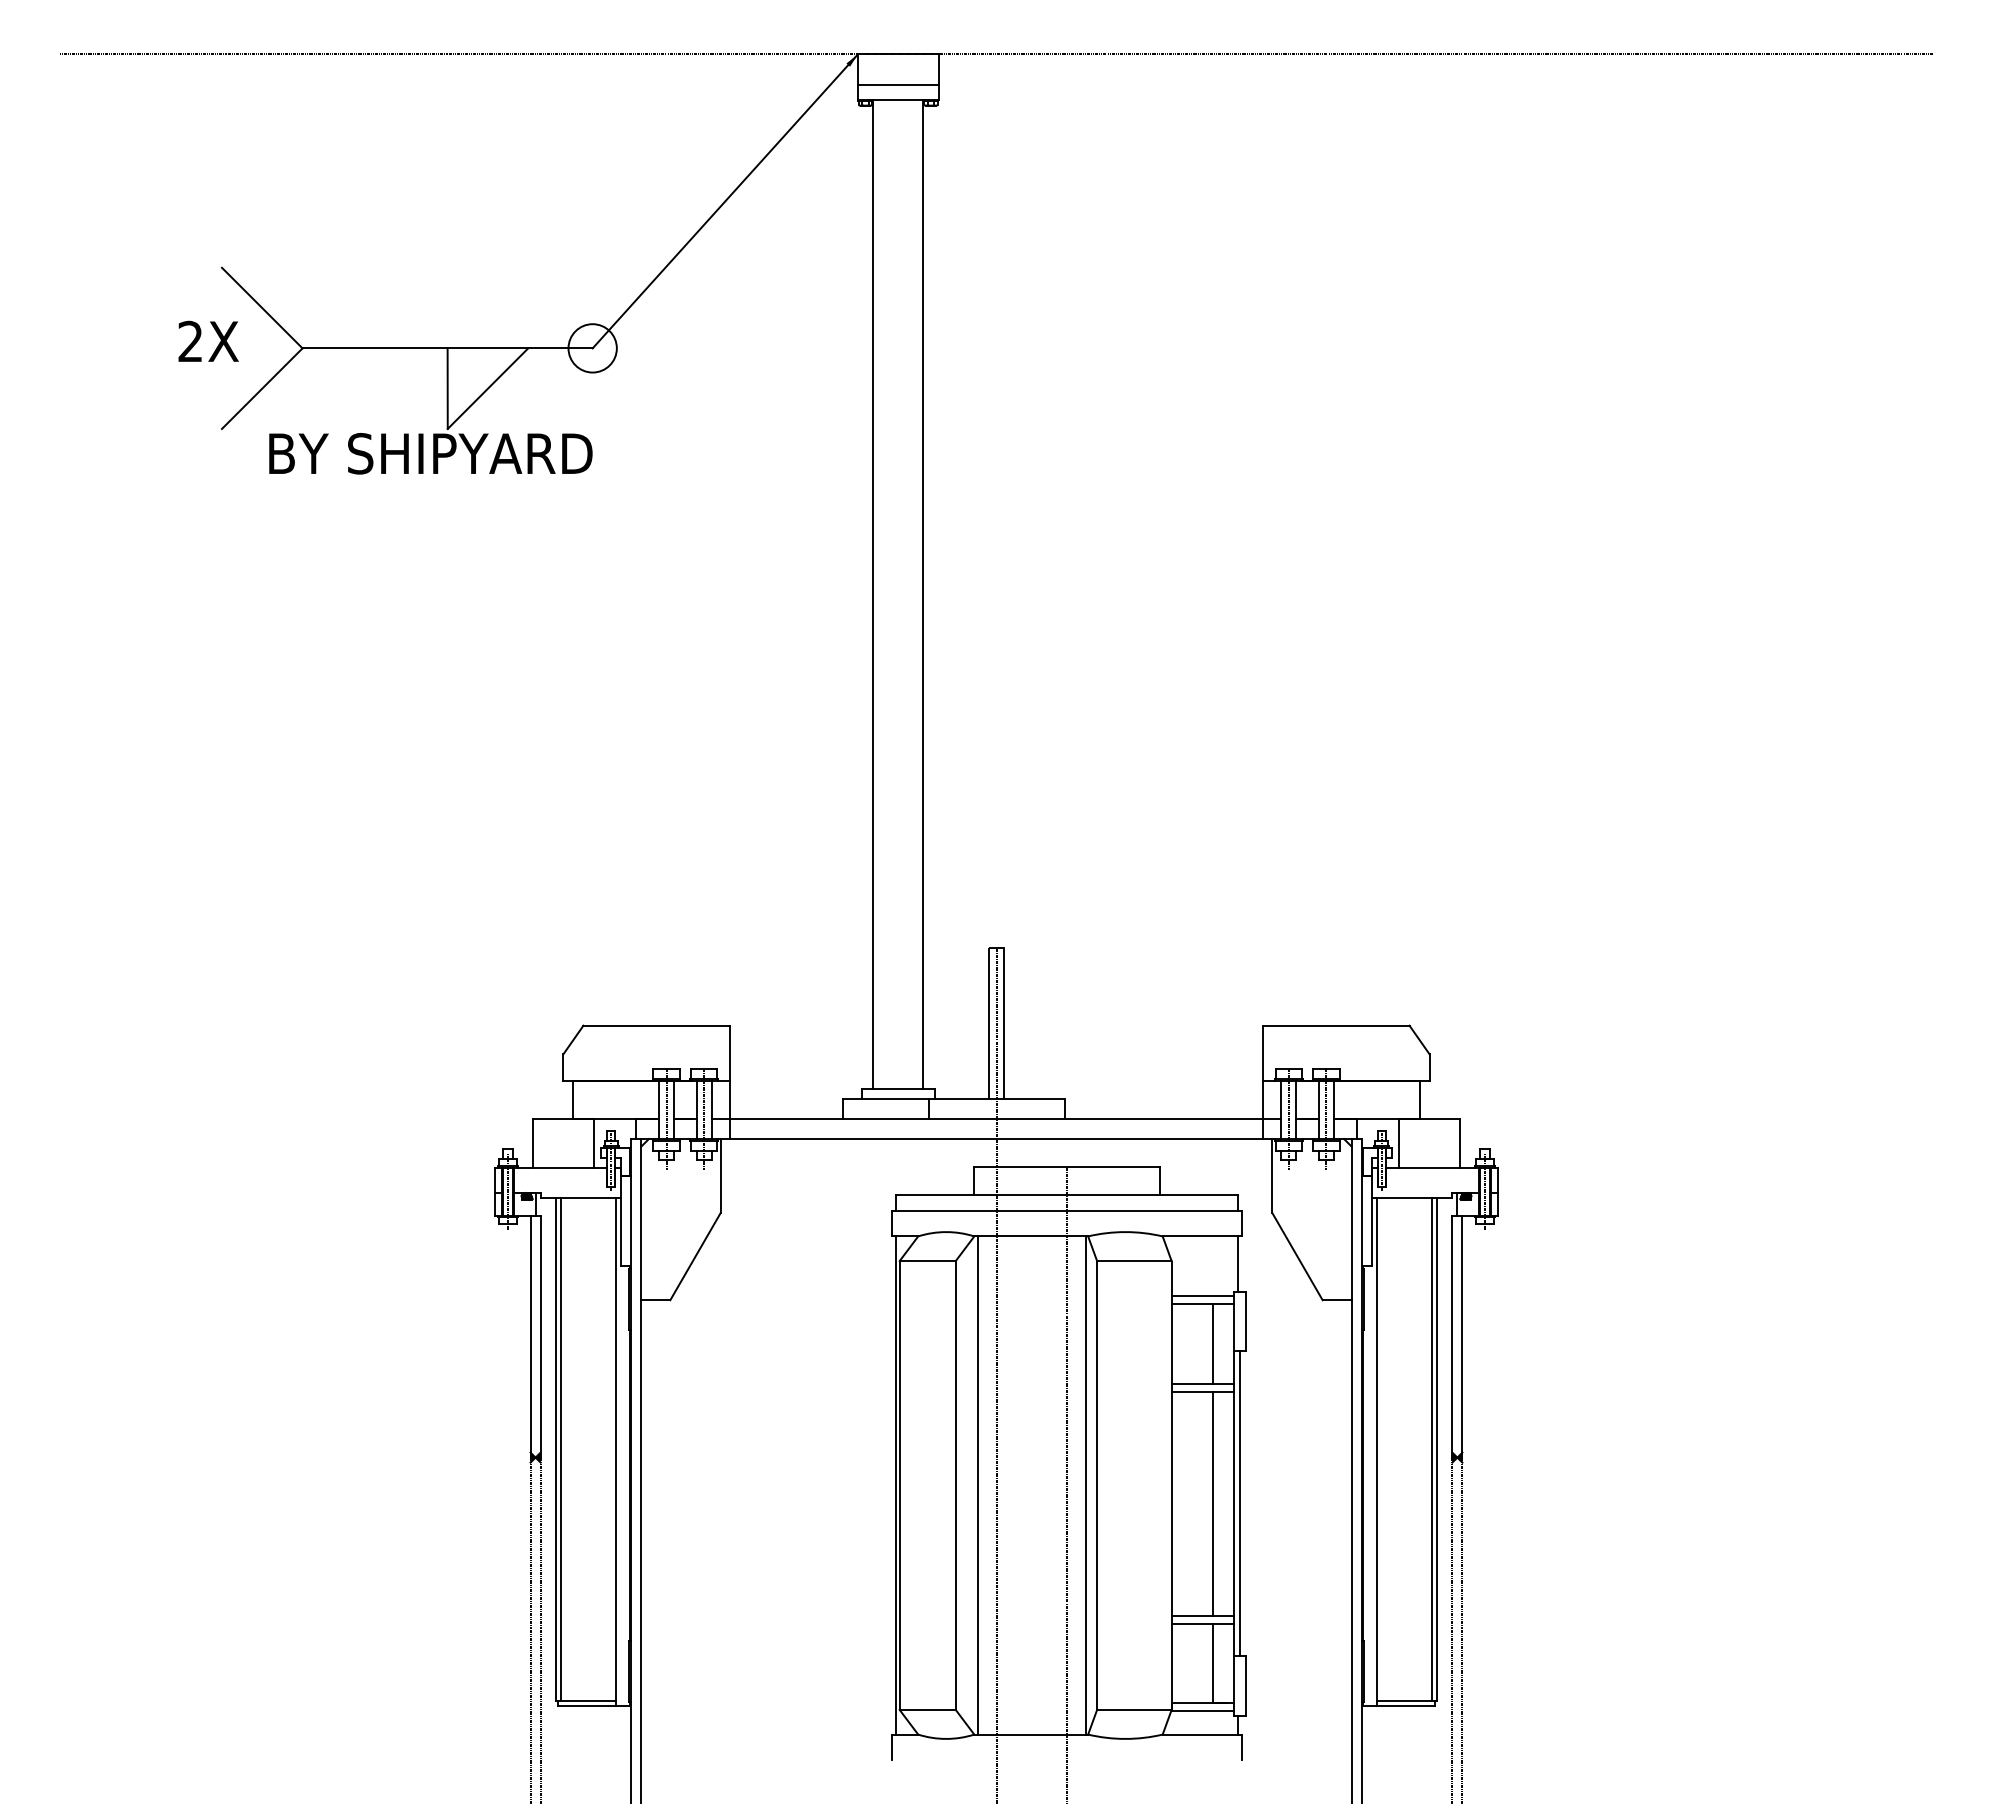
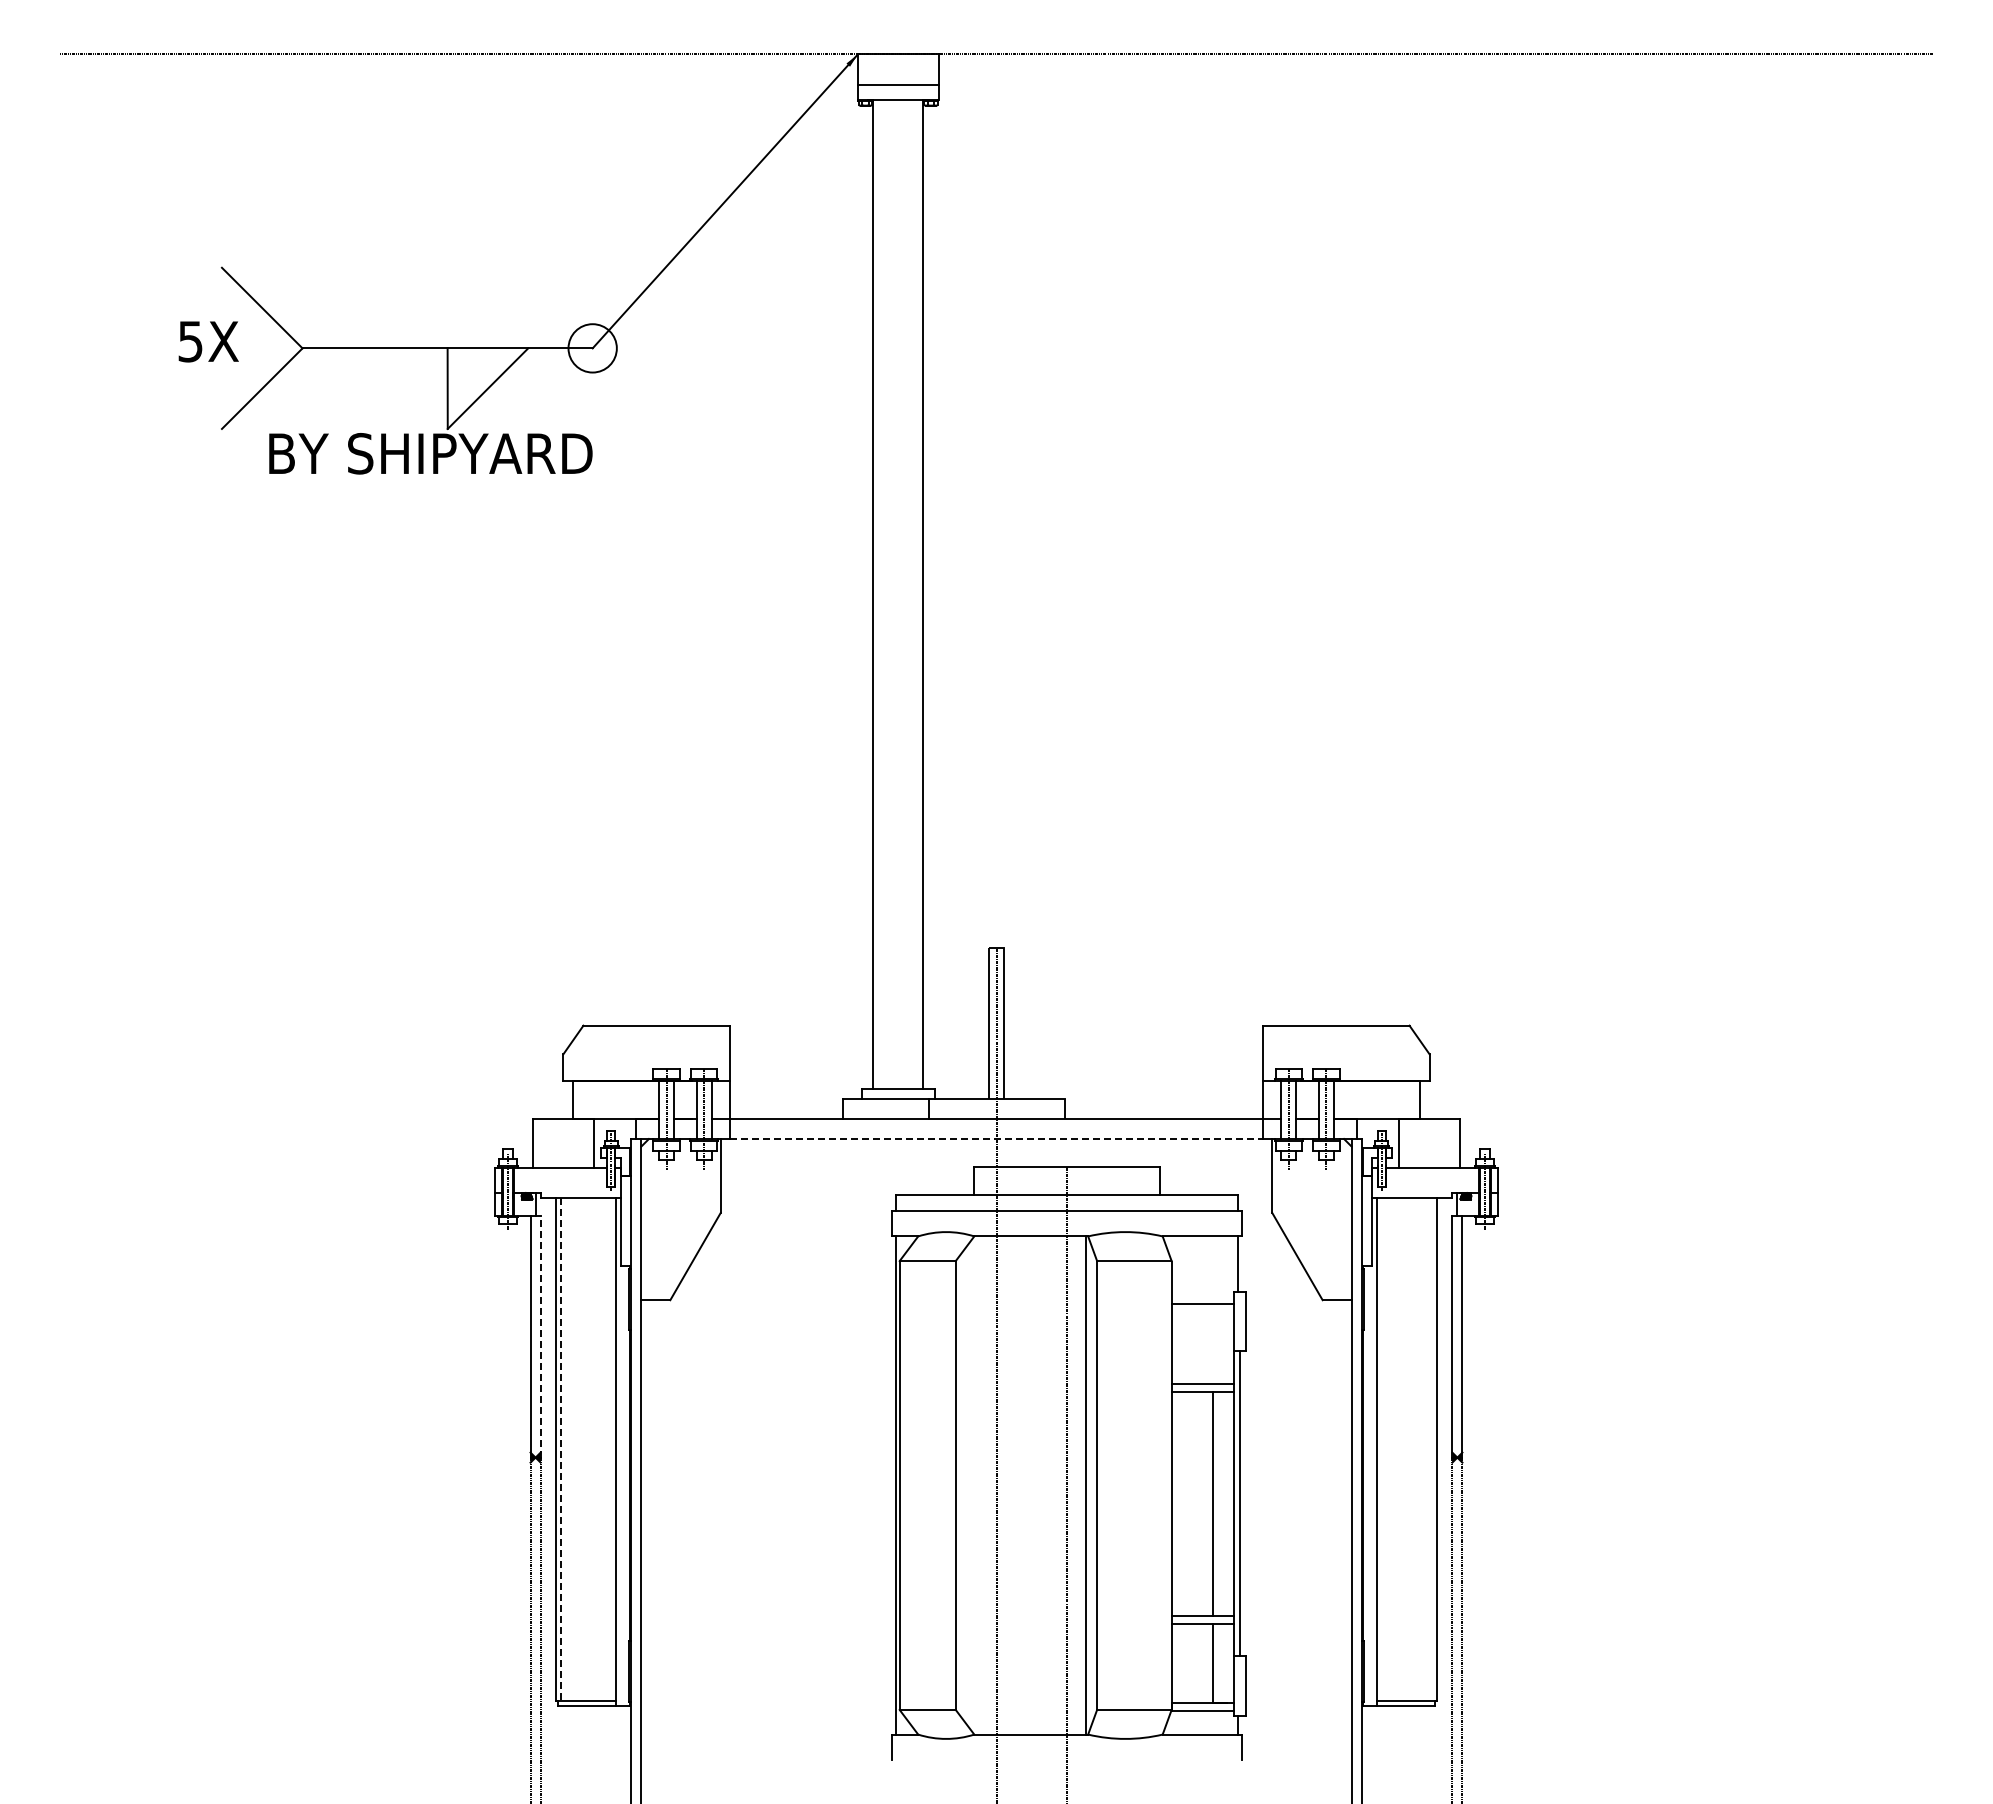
text at (190, 341): 2X -> 5X
line at (996, 1139): solid -> dashed
line at (1202, 1296): present -> none
line at (540, 1336): solid -> dashed
line at (1212, 1343): present -> none
line at (560, 1449): solid -> dashed
line at (1432, 1449): present -> none
line at (977, 1485): present -> none
